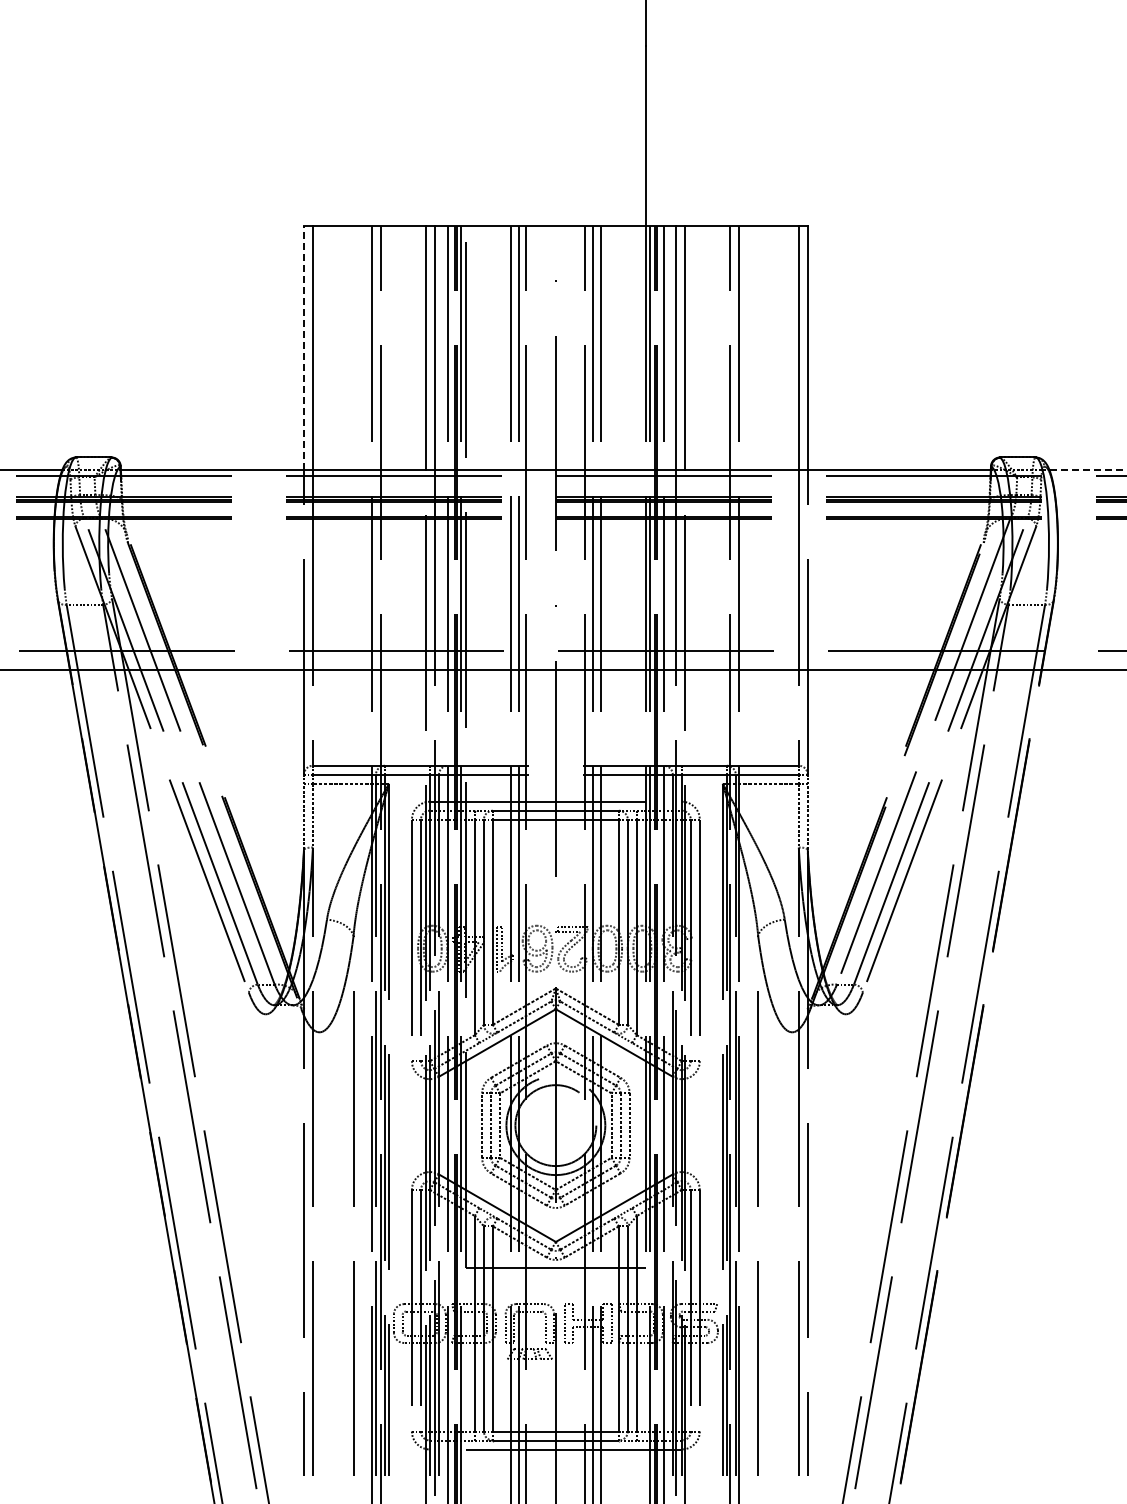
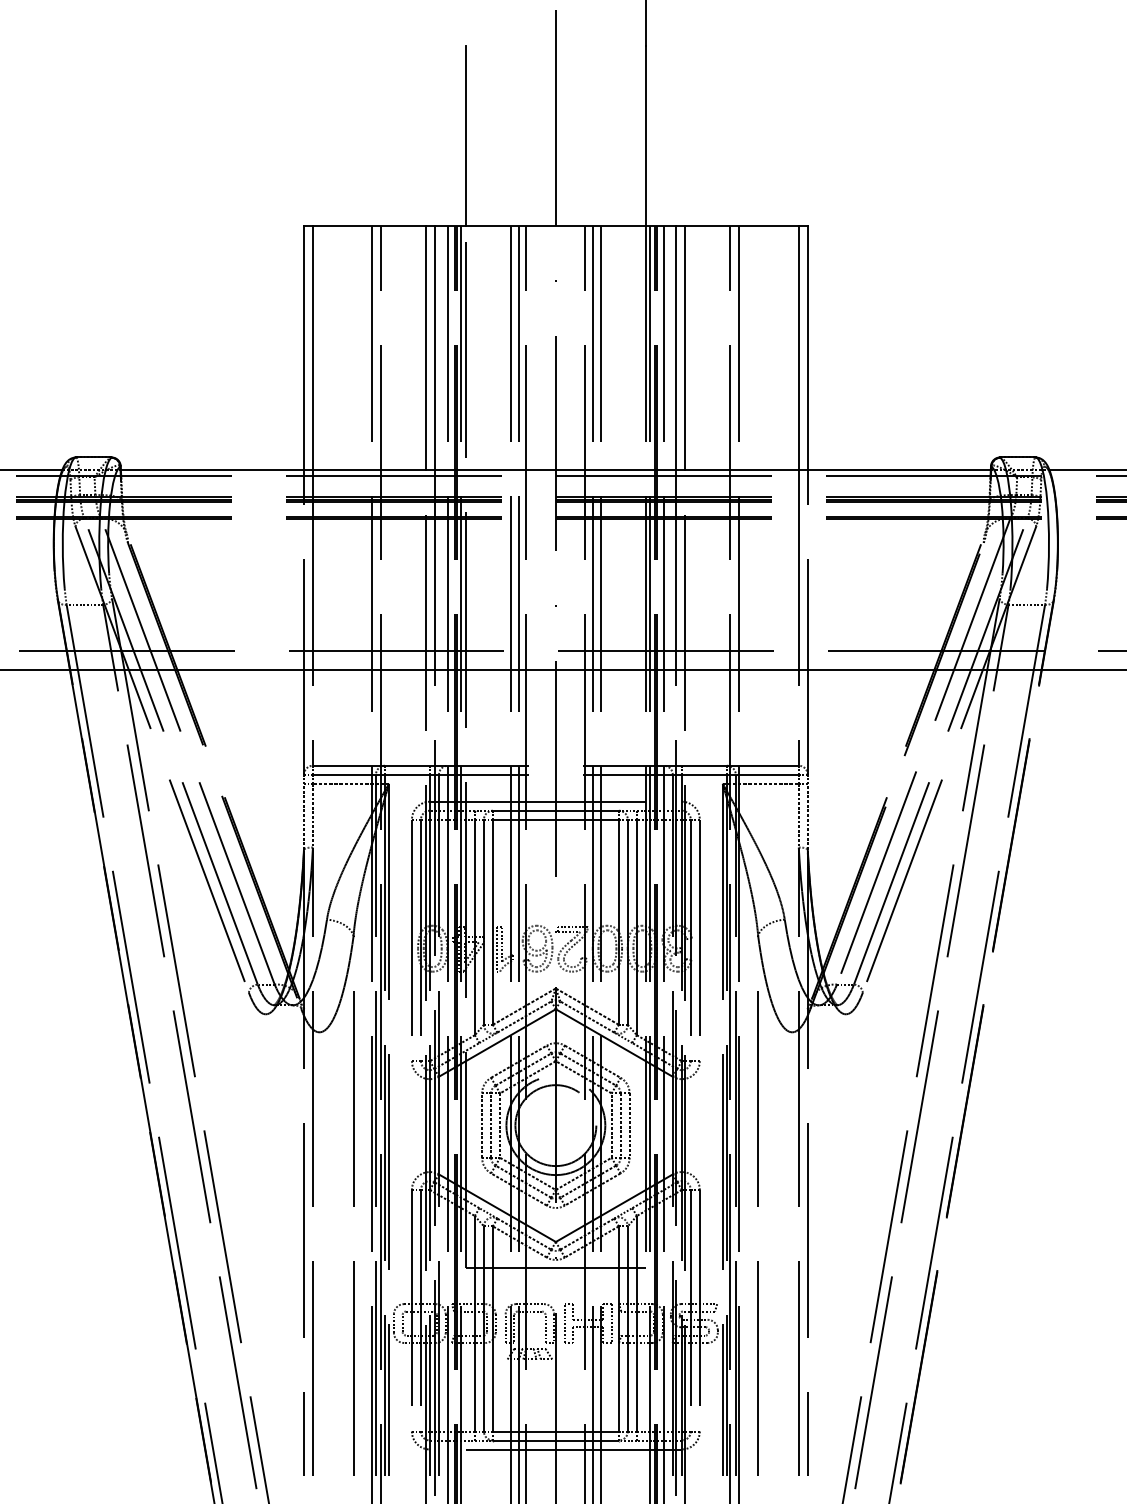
line at (555, 113): none -> present
line at (465, 135): none -> present
line at (303, 347): dashed -> solid
line at (1088, 470): dashed -> solid
